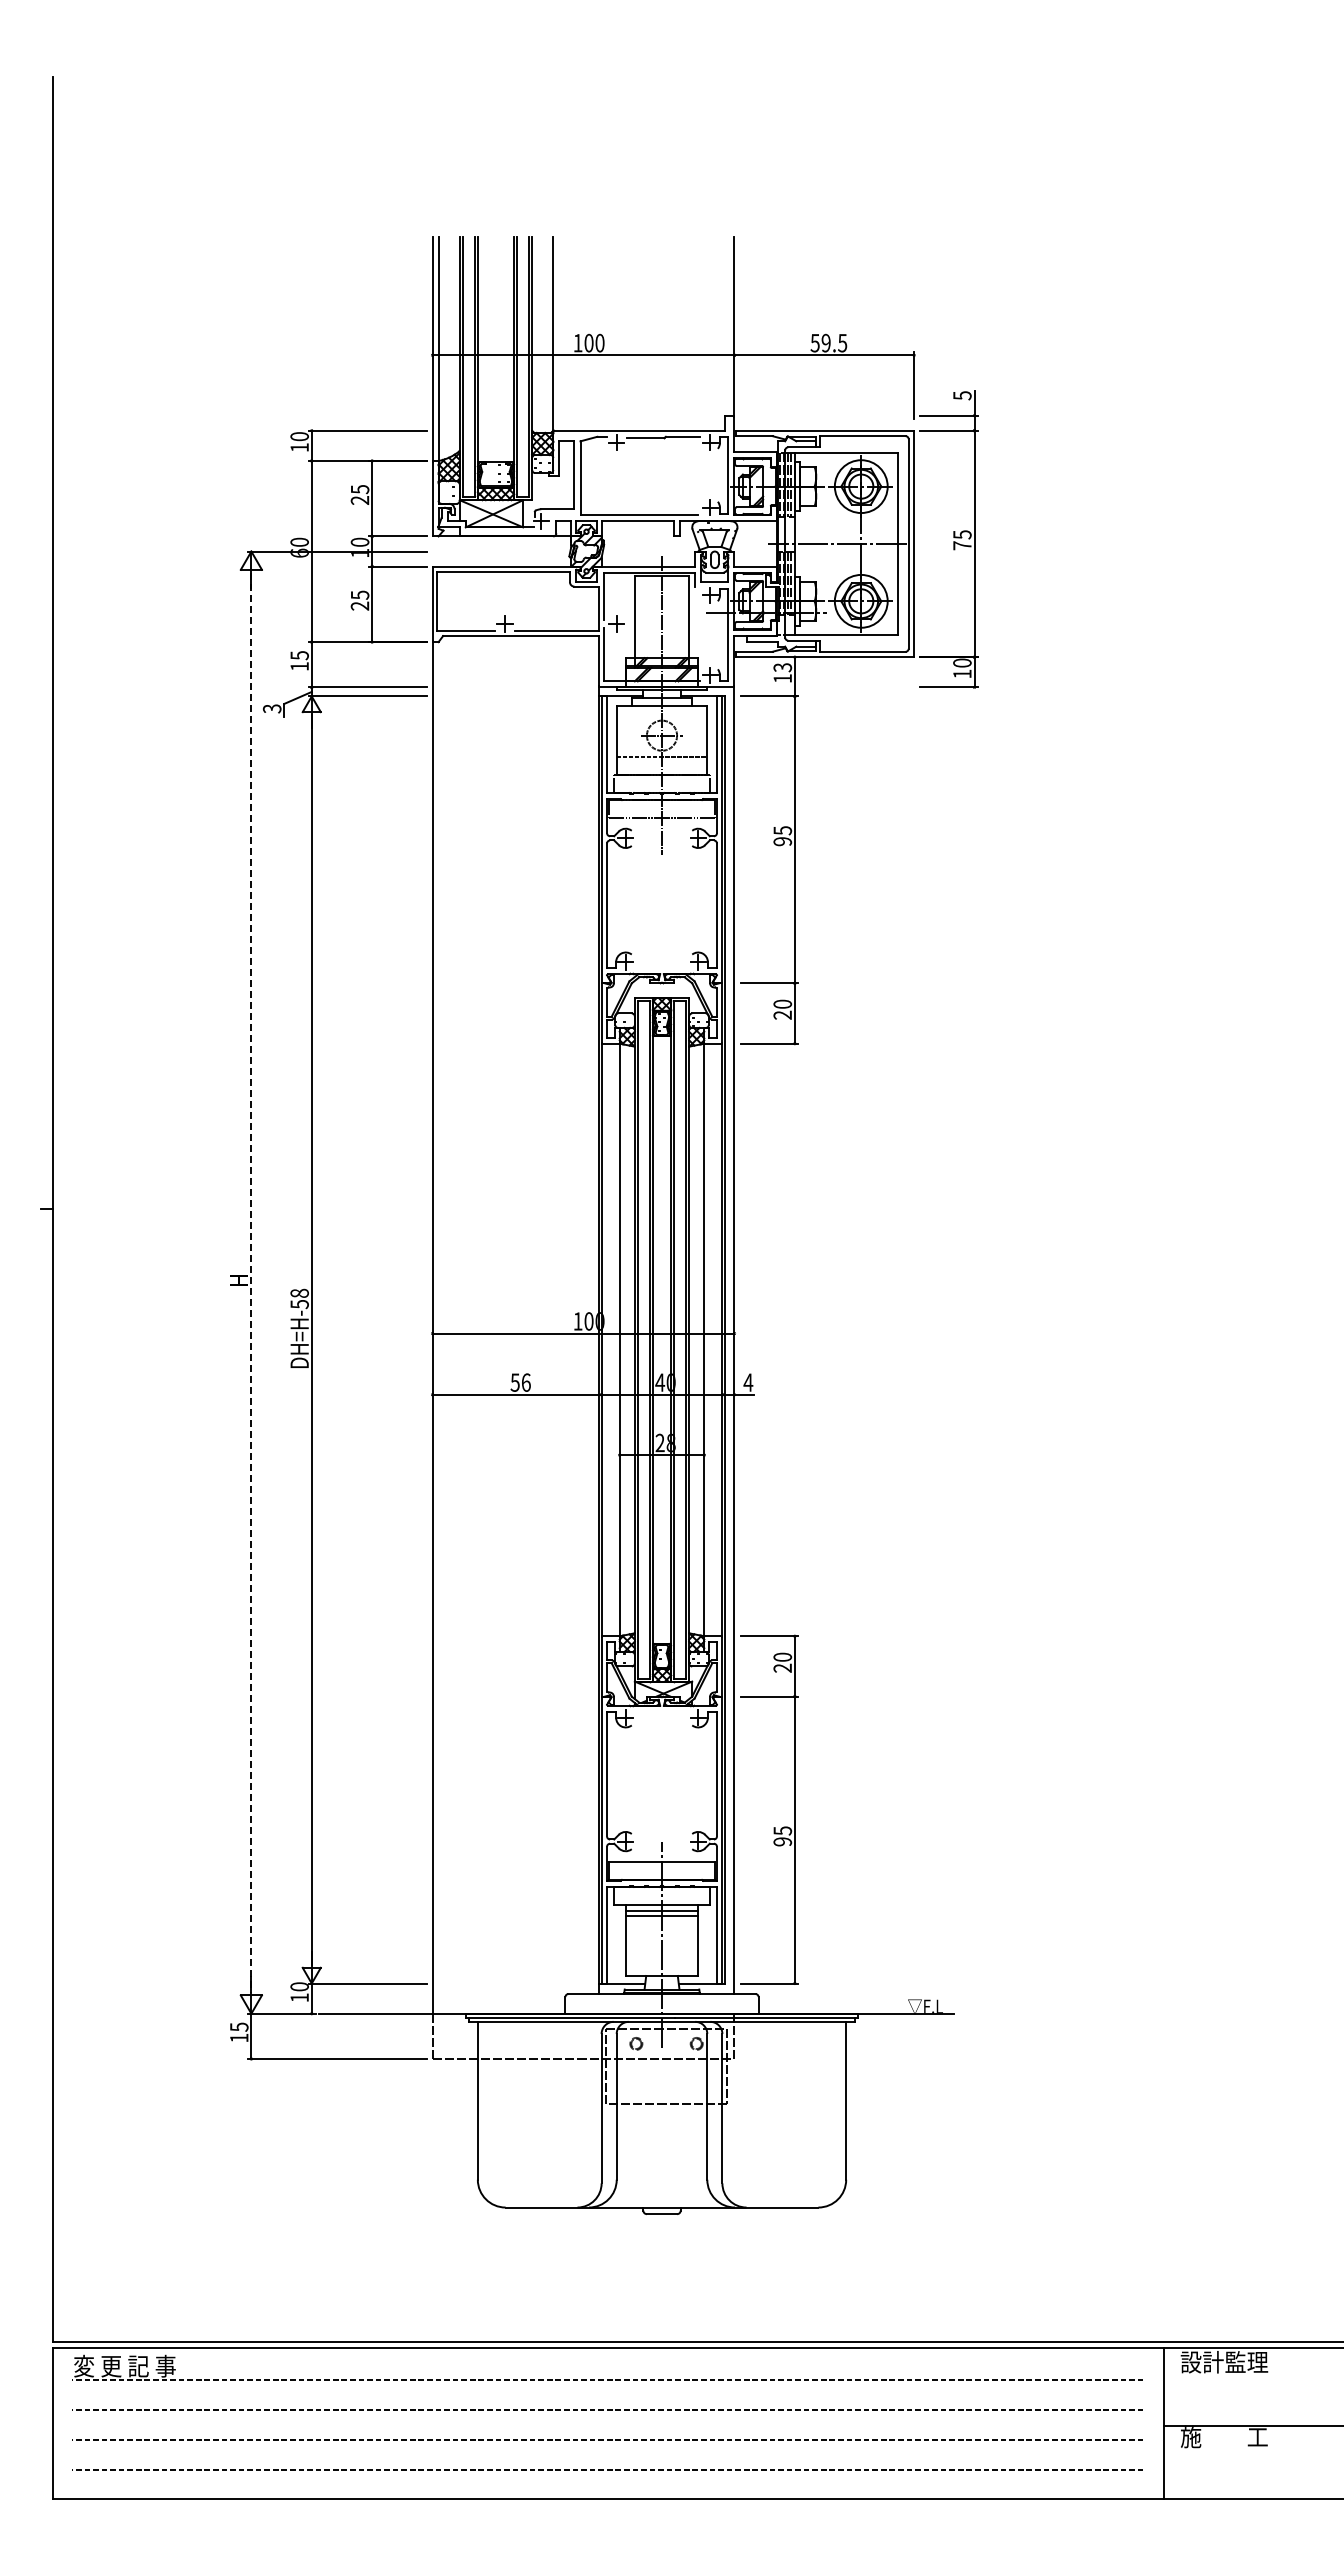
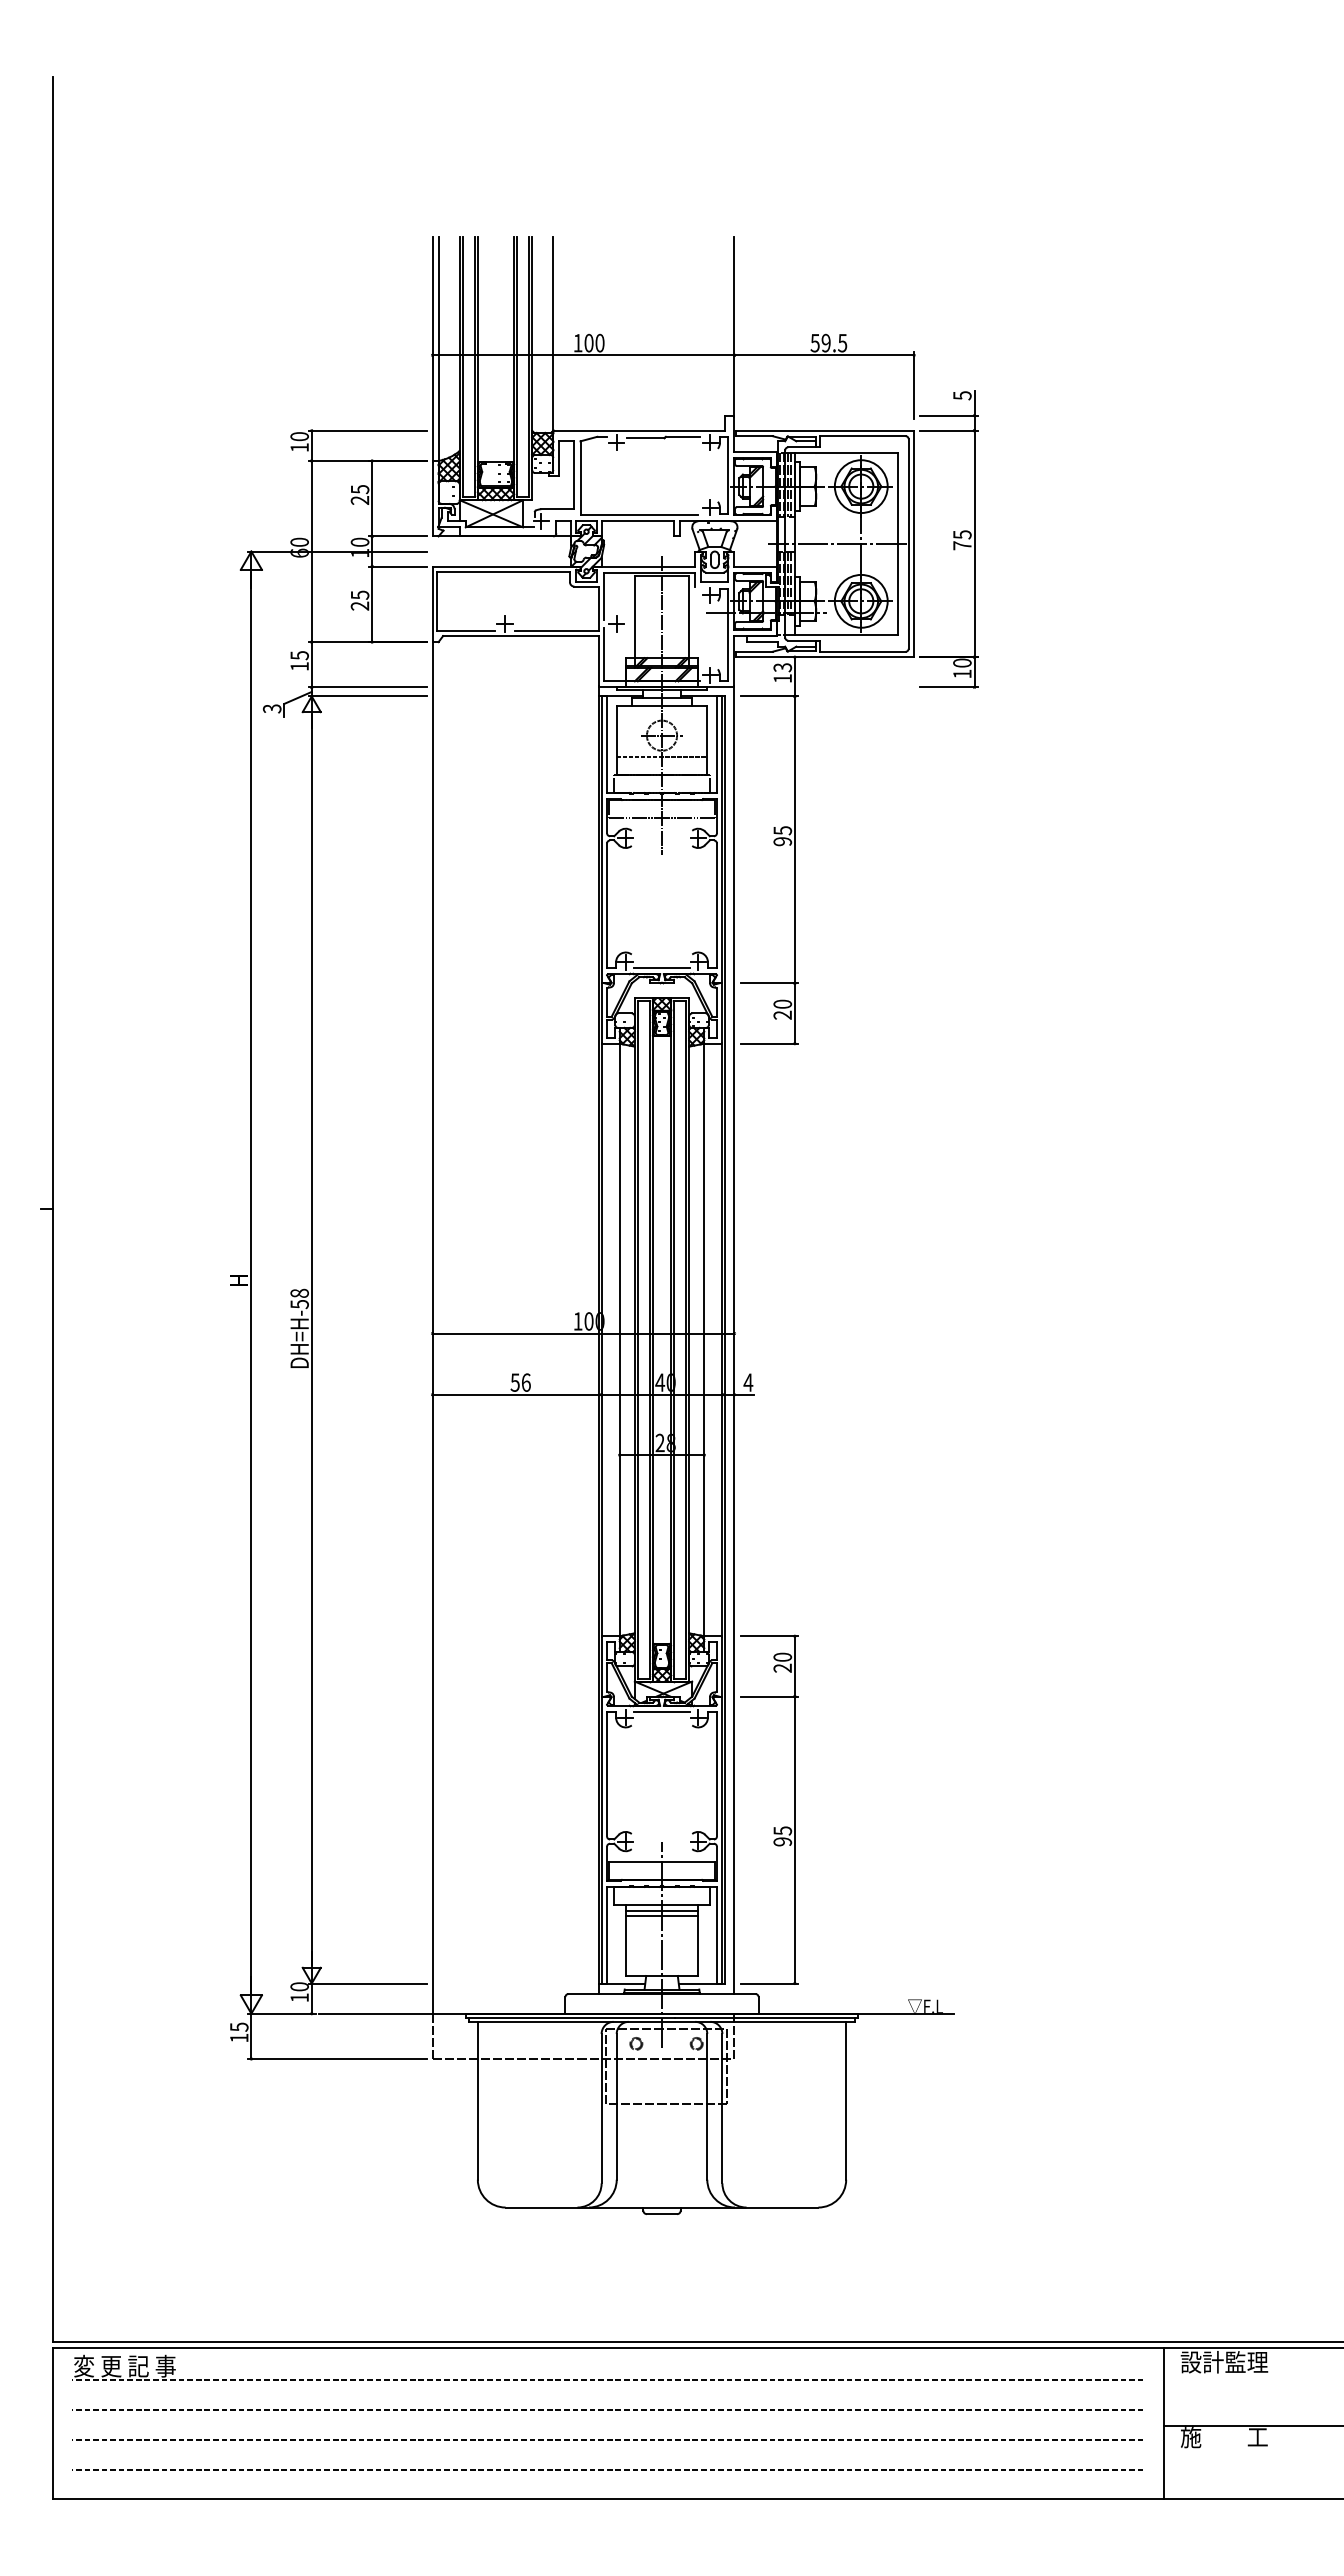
line at (661, 968): none -> present
line at (251, 1282): dashed -> solid
line at (661, 1711): none -> present
